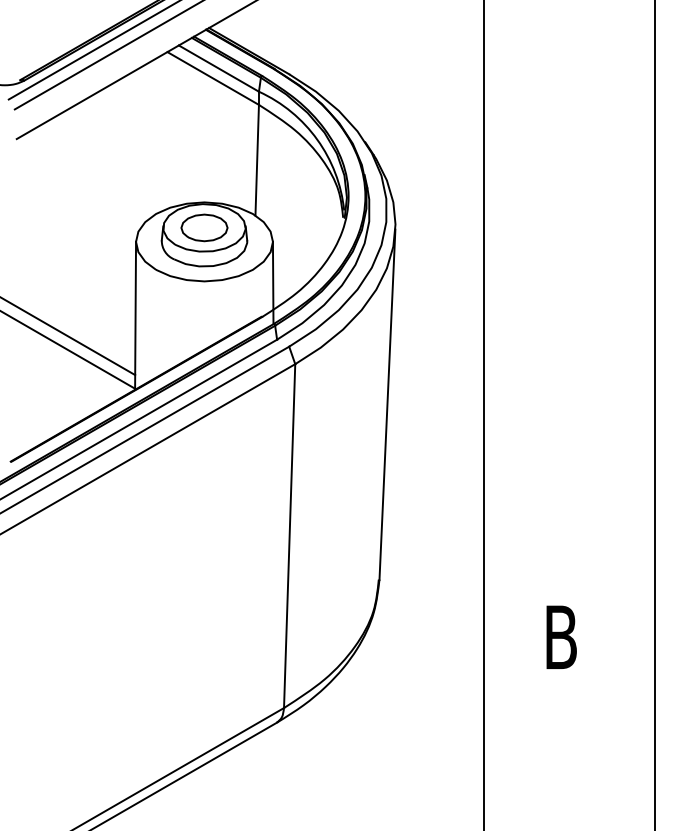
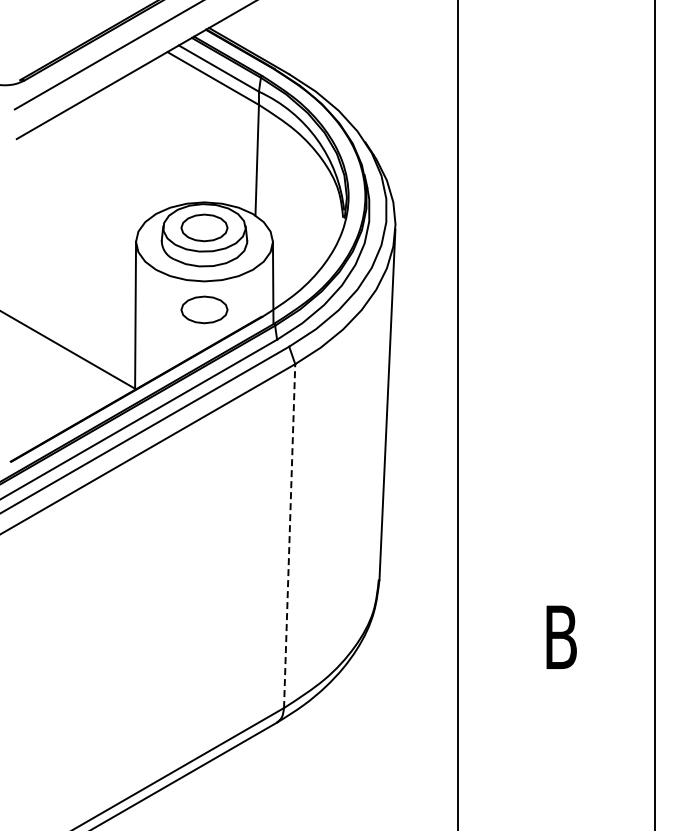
line at (92, 50): present -> none
part at (204, 309): none -> present
line at (68, 336): present -> none
line at (483, 414) position: (483, 414) -> (457, 414)
line at (289, 535): solid -> dashed
